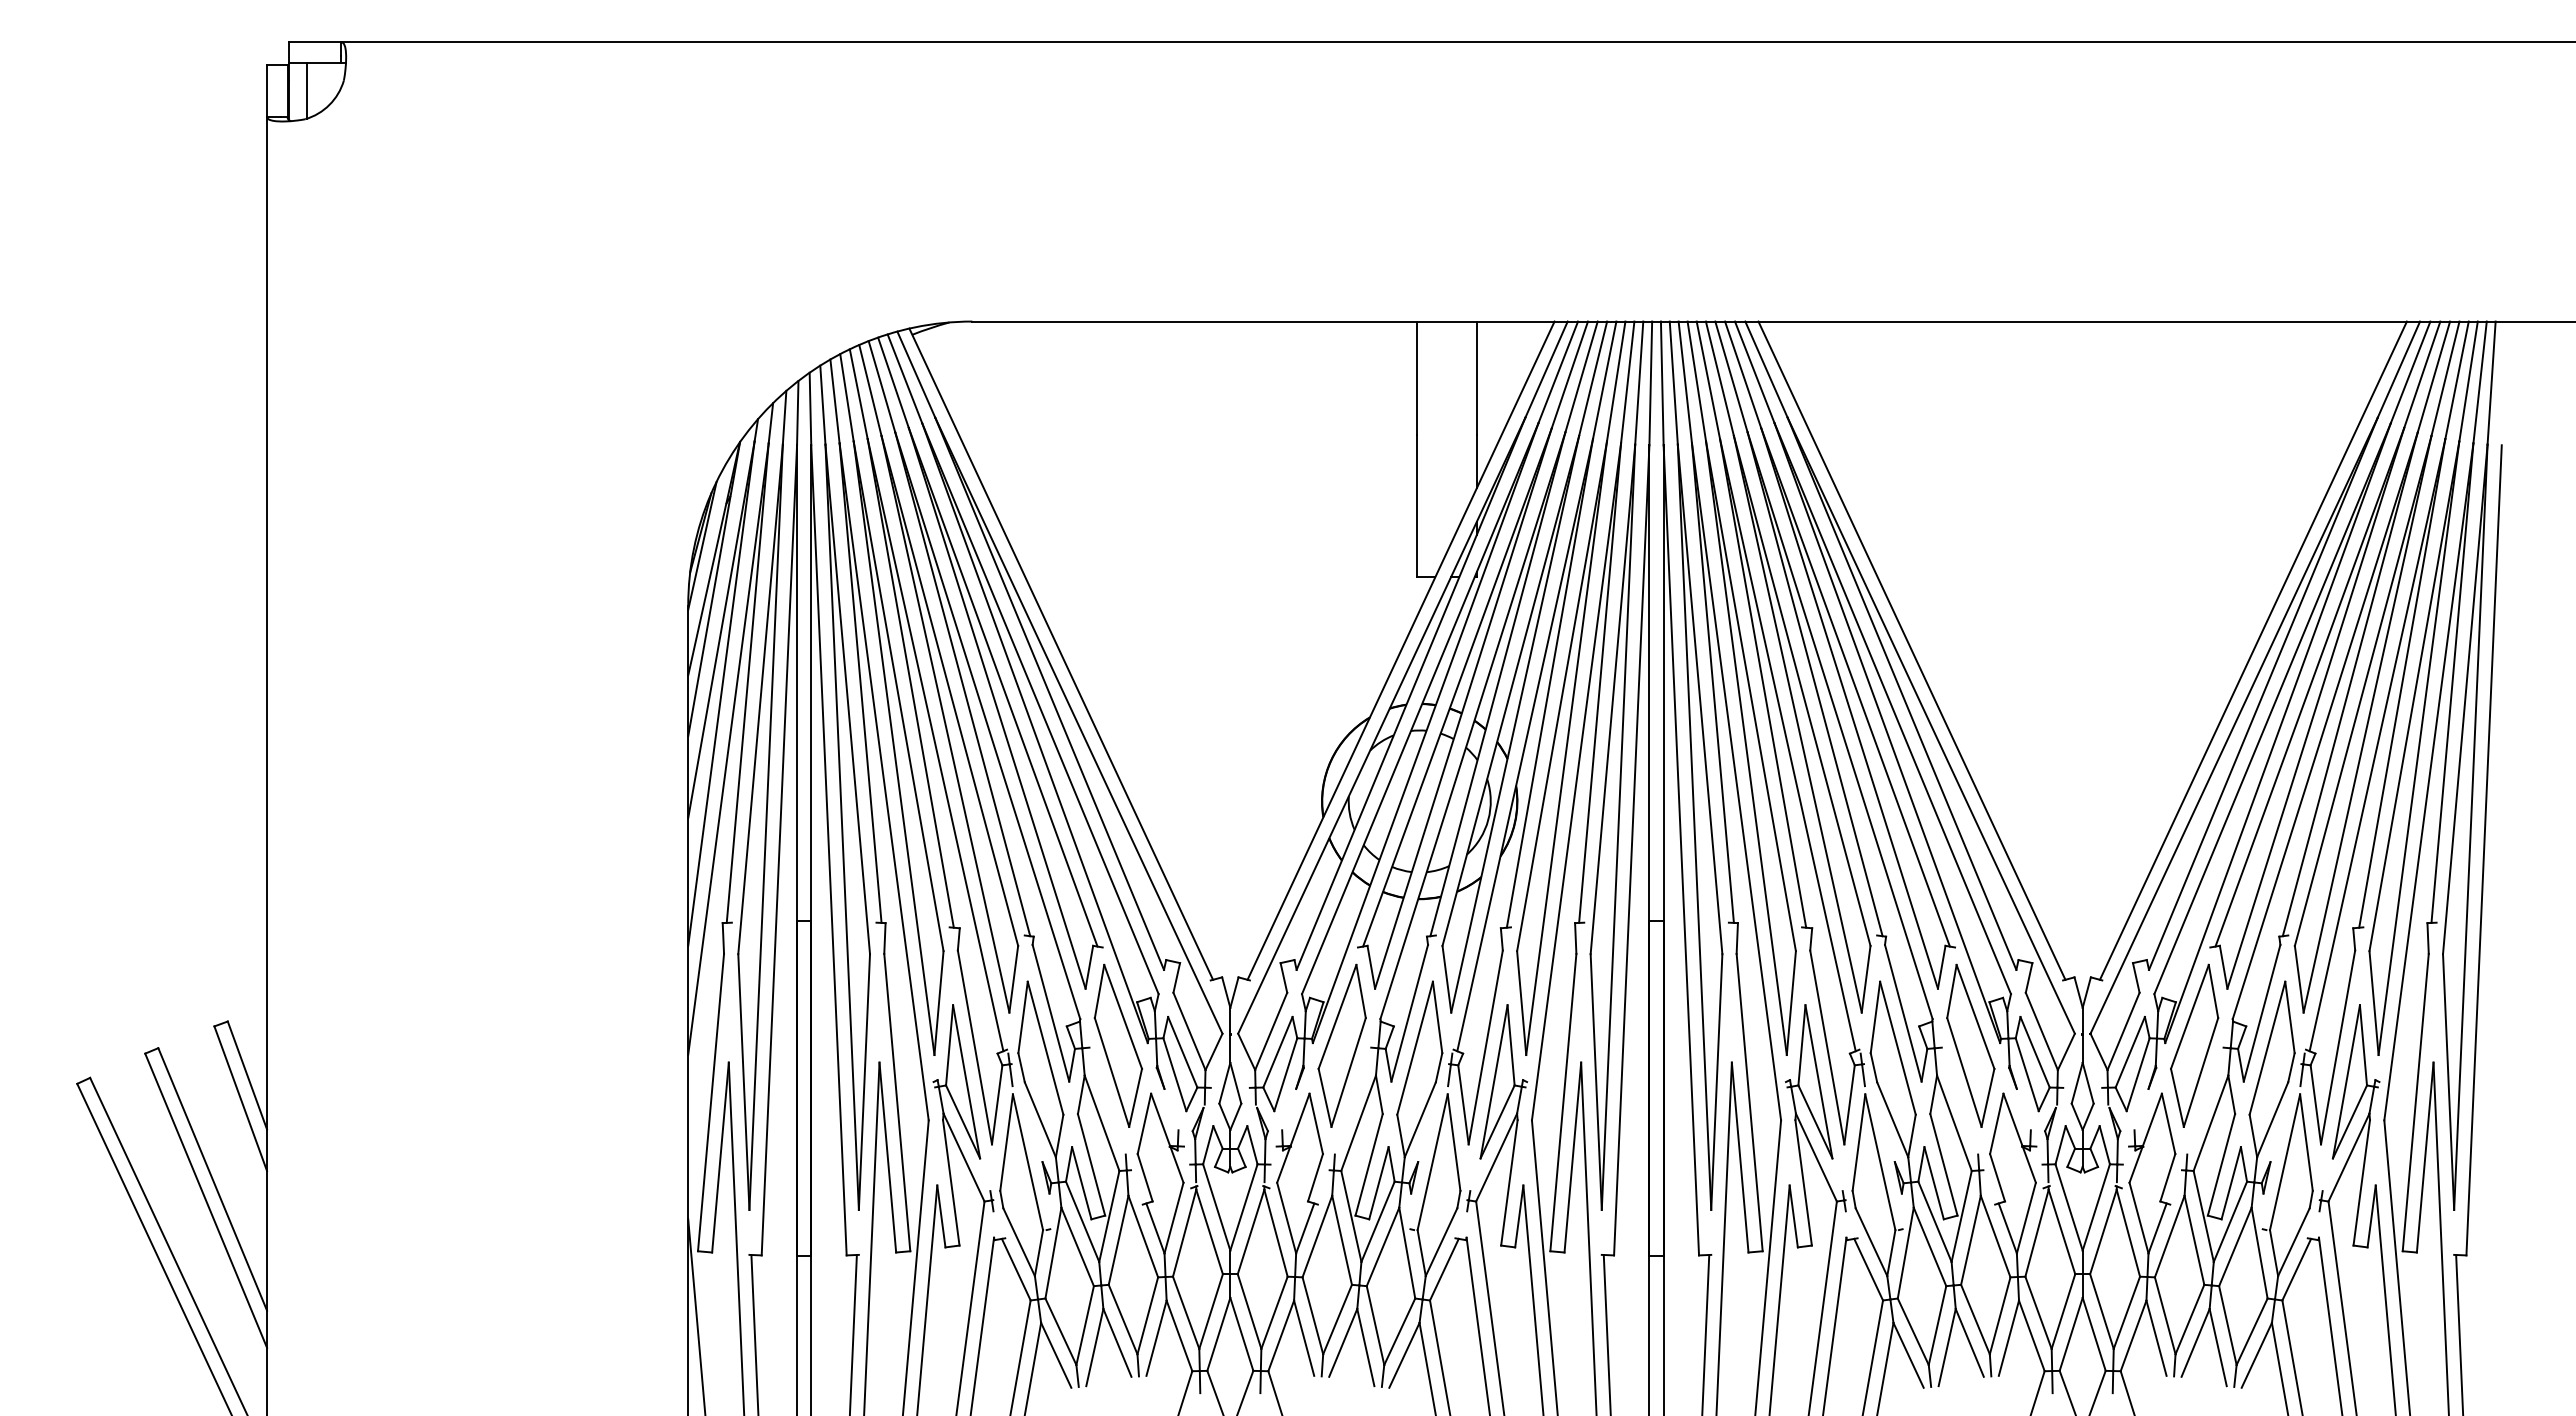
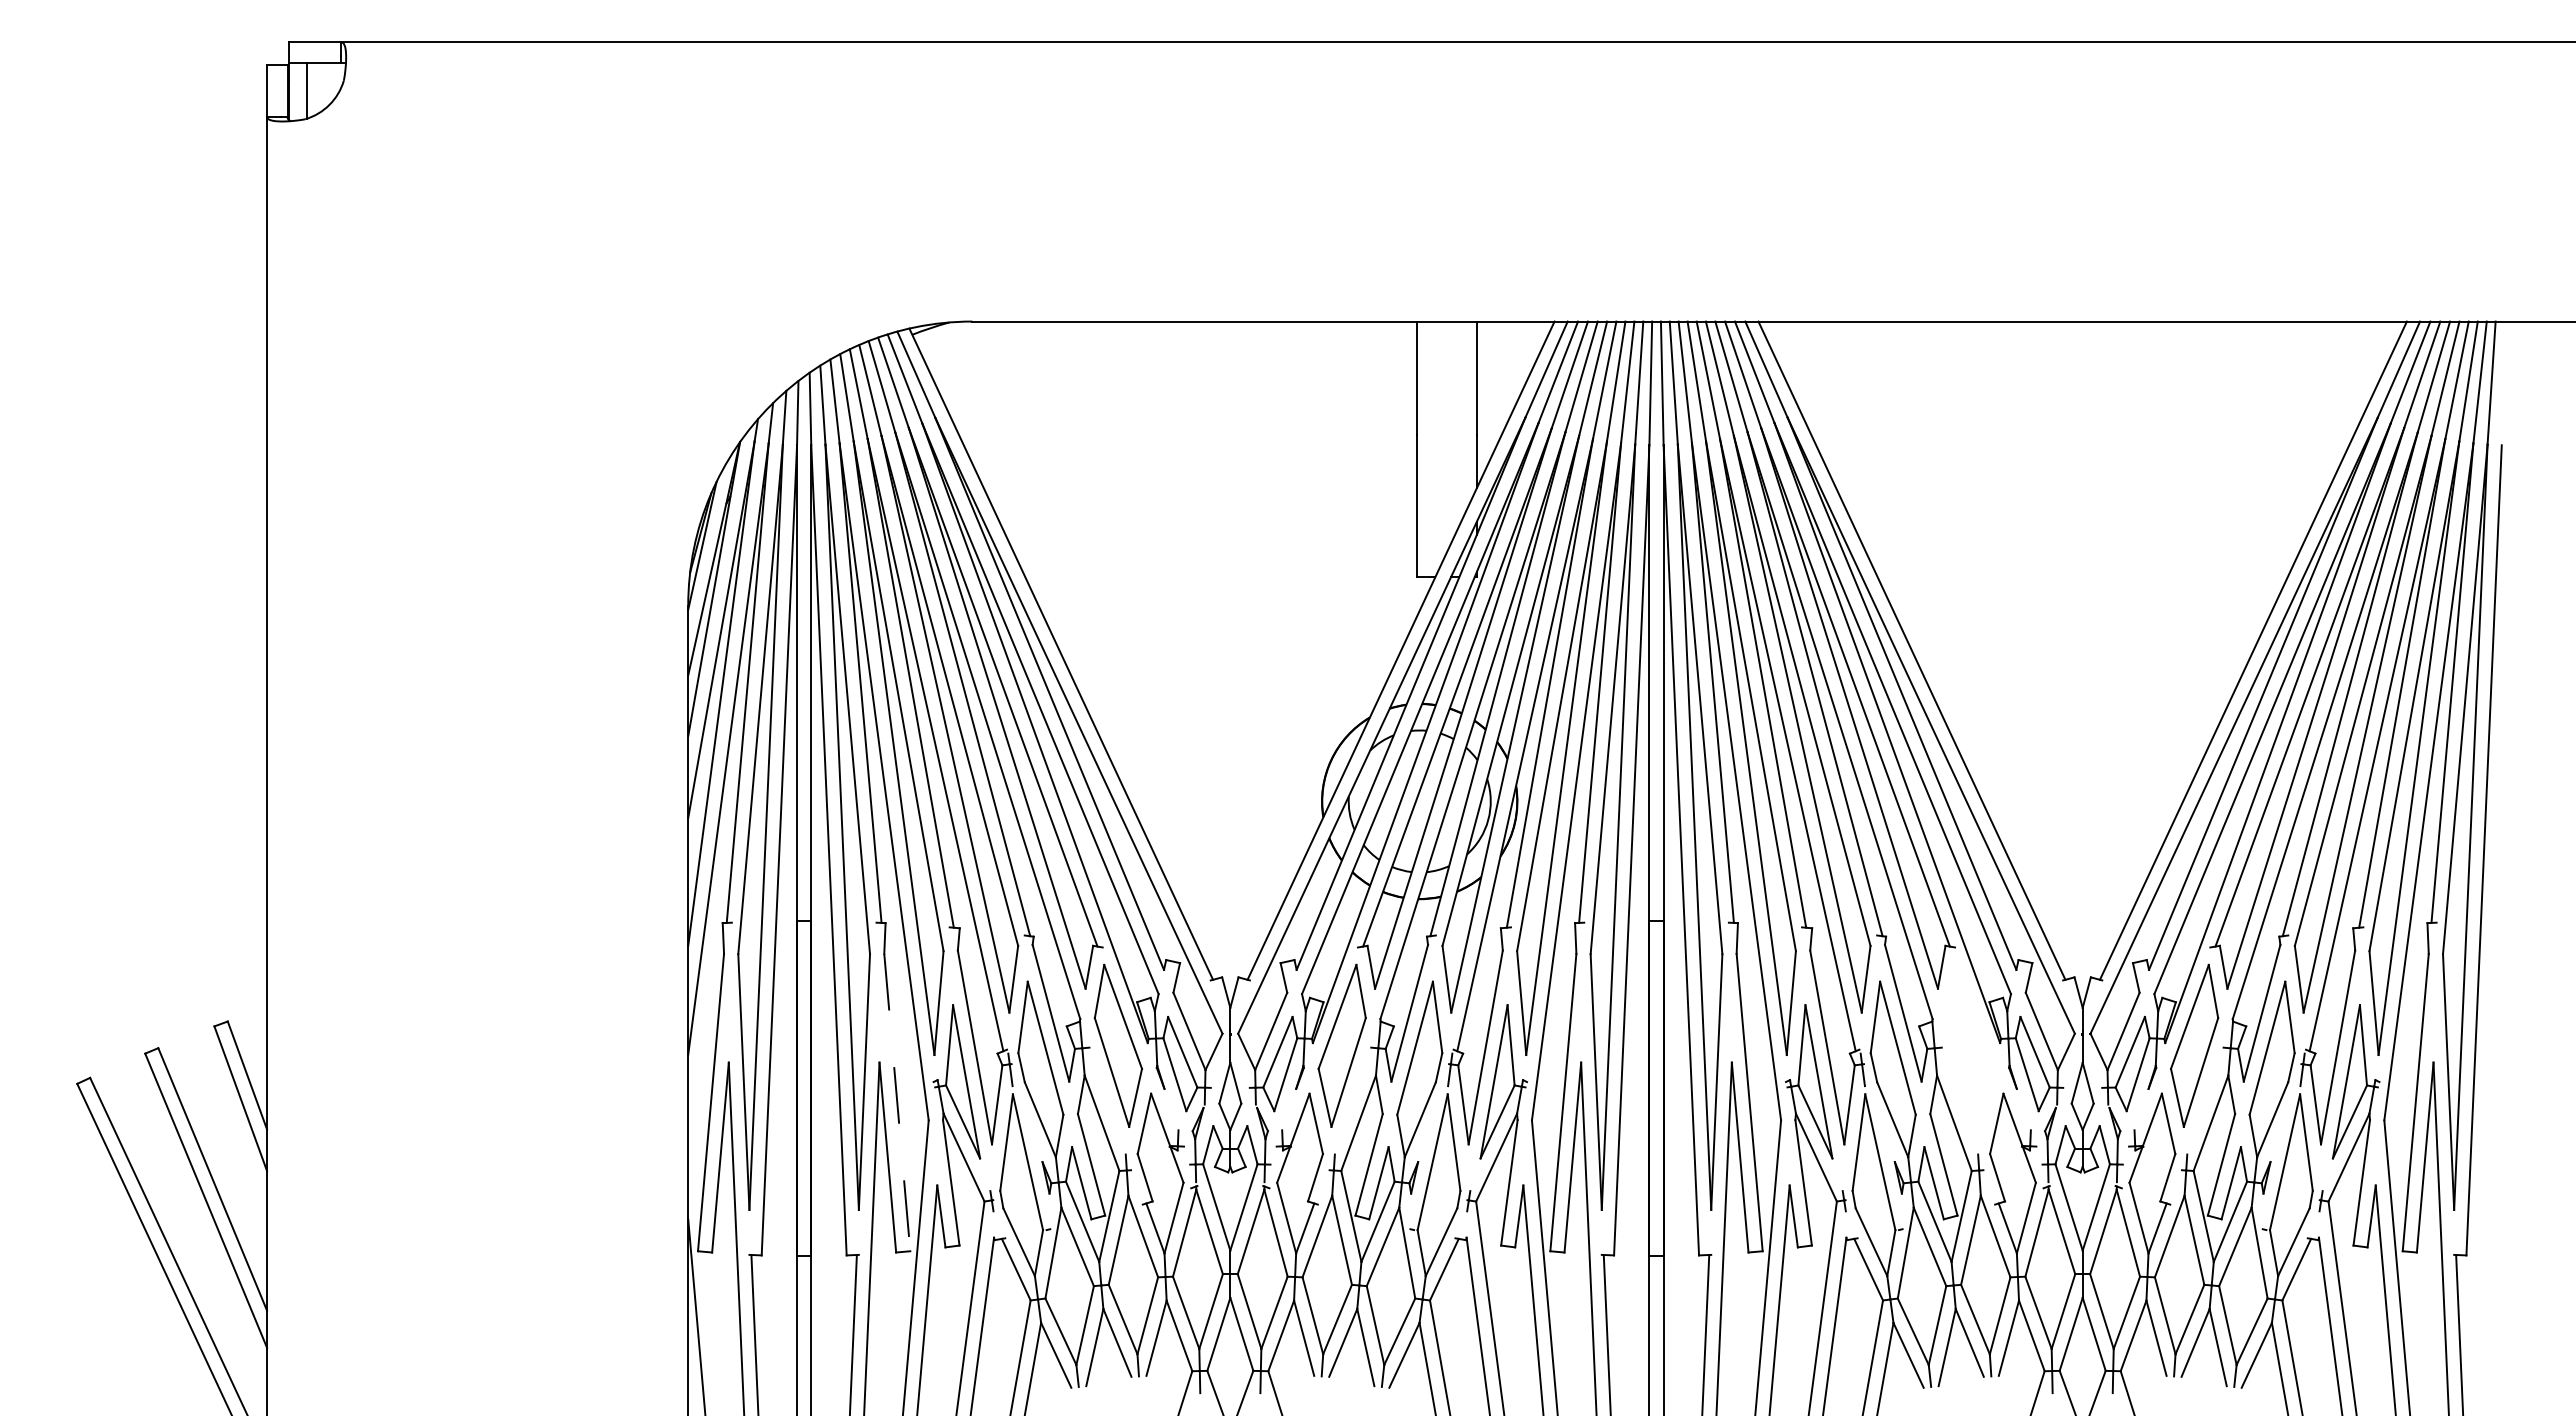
part at (1970, 1045): present -> none
line at (897, 1103): solid -> dashed
